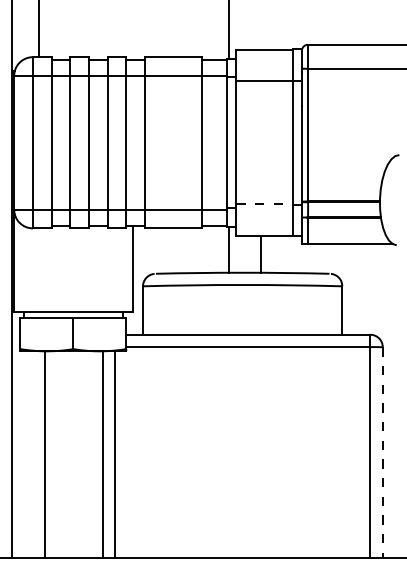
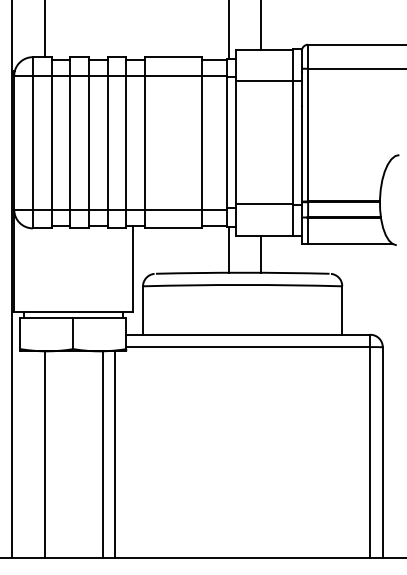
line at (261, 26): none -> present
line at (38, 29) position: (38, 29) -> (44, 29)
line at (264, 204): dashed -> solid
line at (382, 452): dashed -> solid
